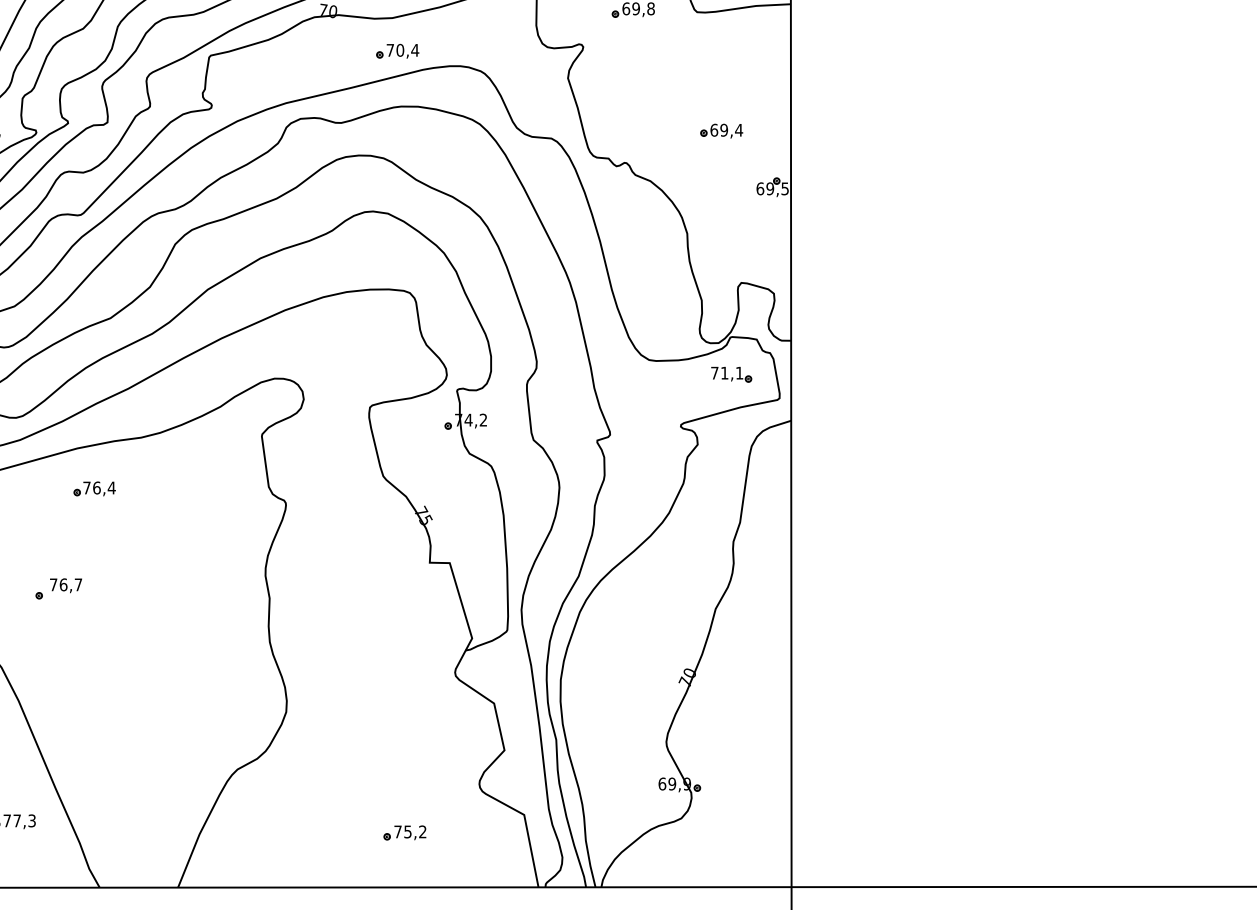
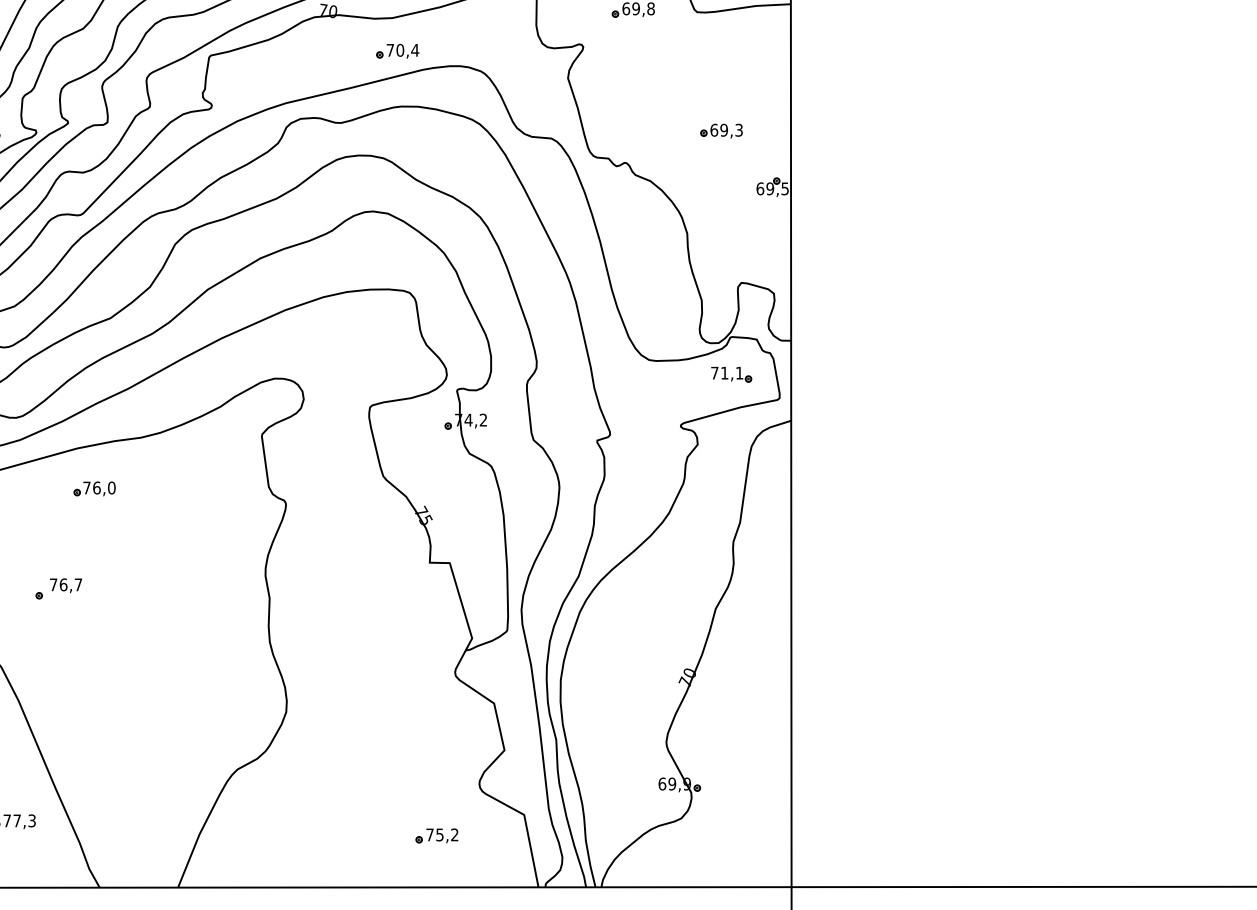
text at (739, 129): 69,4 -> 69,3
text at (111, 487): 76,4 -> 76,0
part at (404, 832) position: (404, 832) -> (436, 835)
